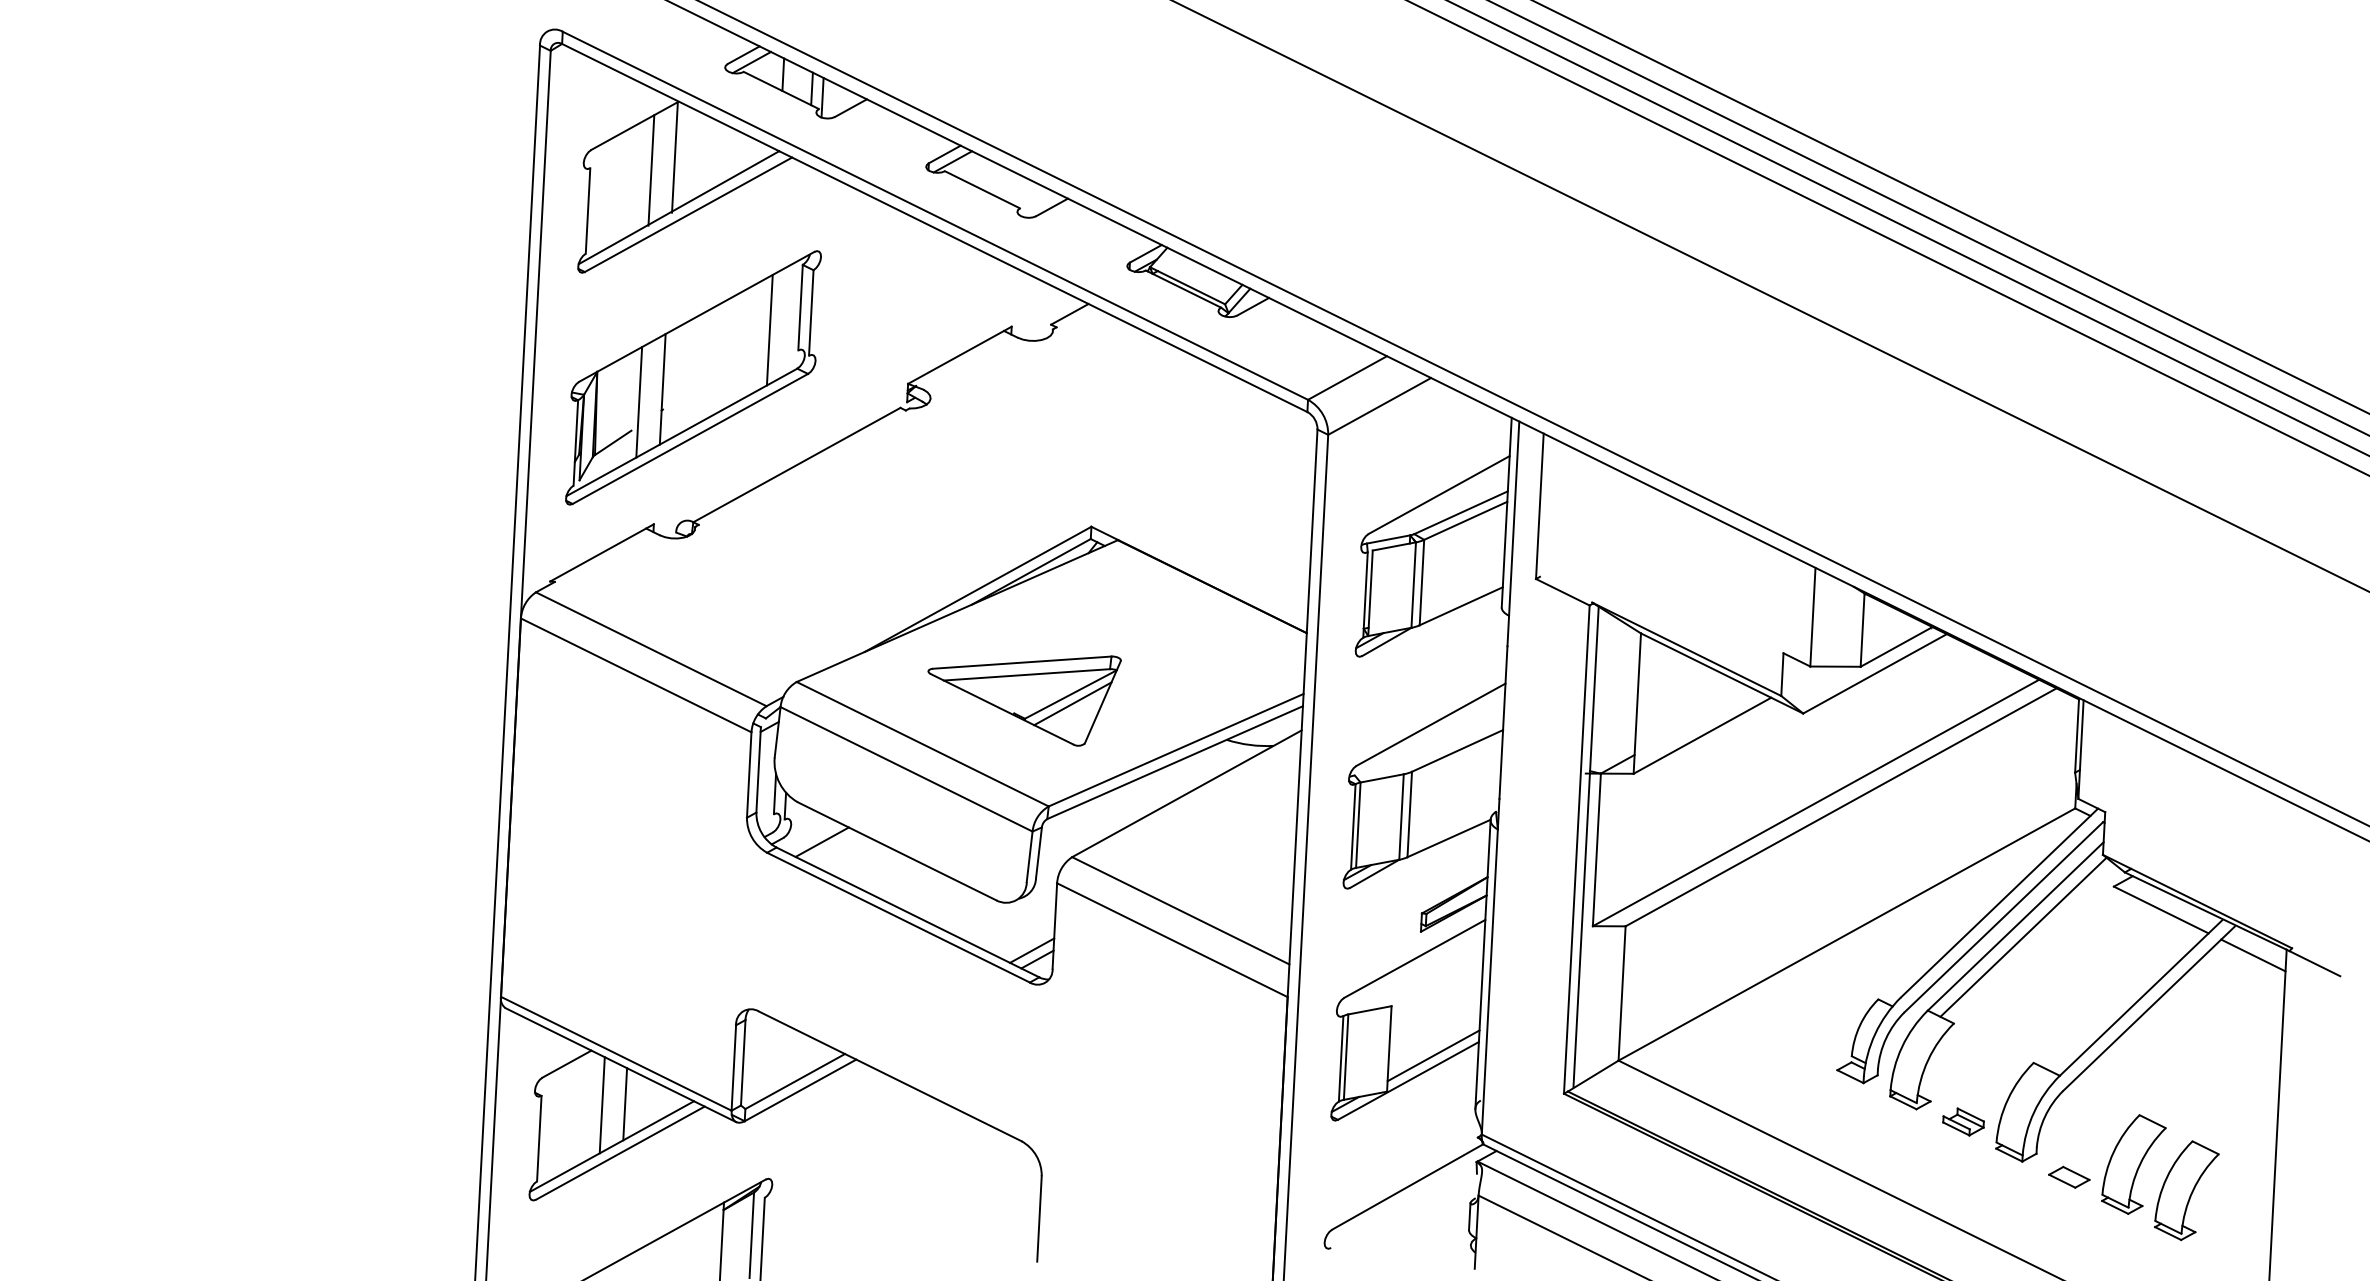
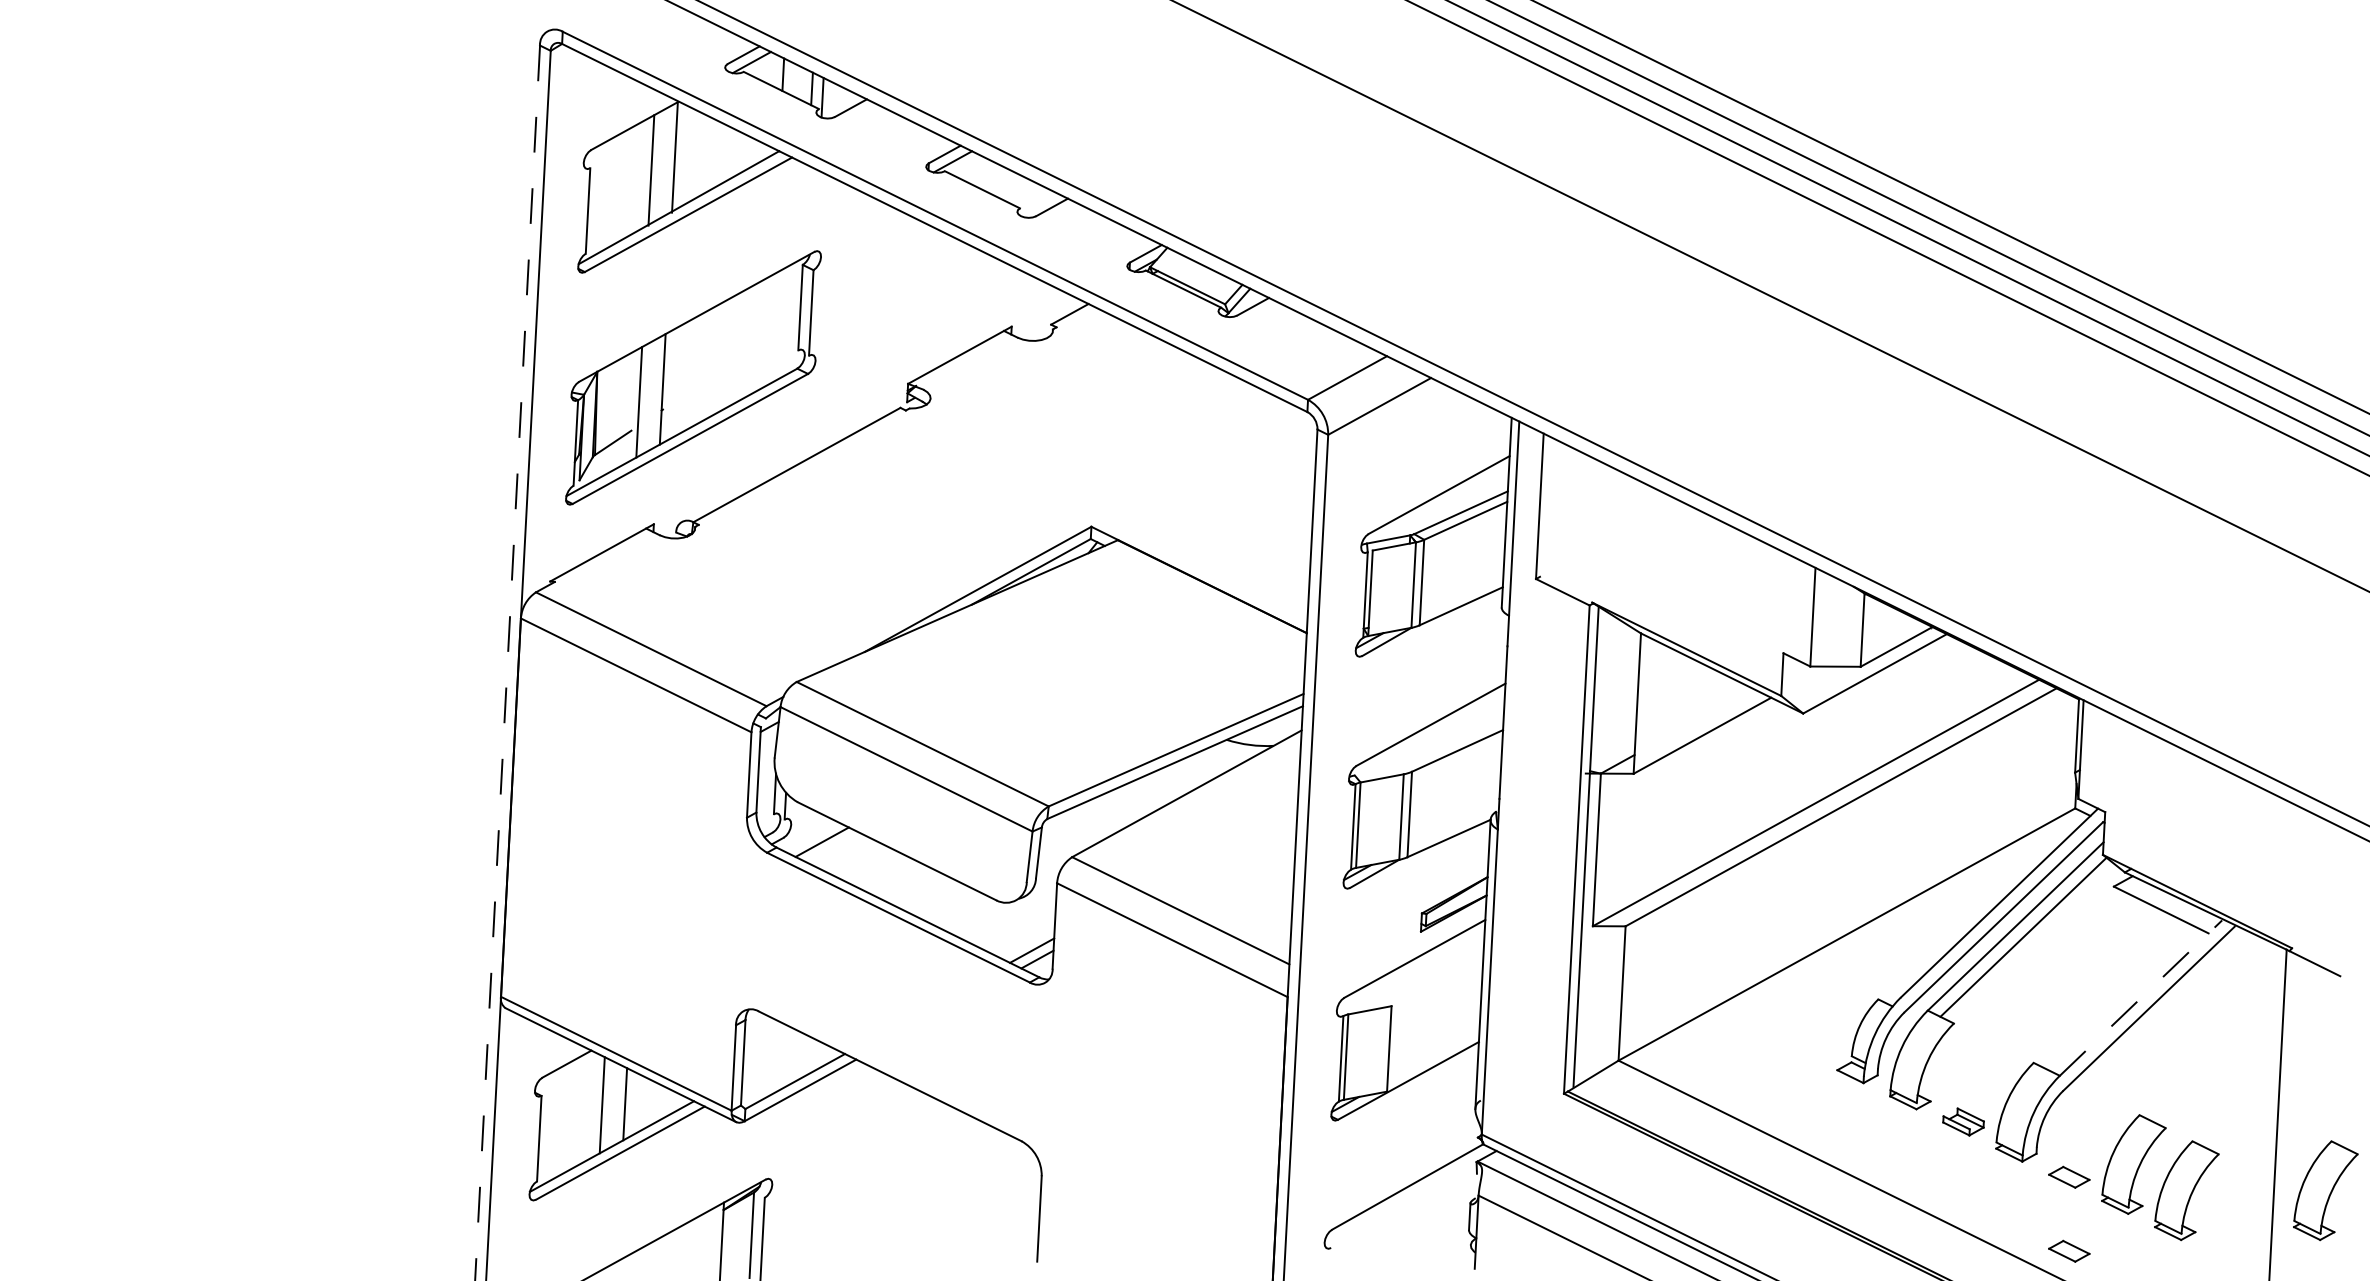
line at (769, 329): present -> none
line at (507, 663): solid -> dashed
part at (1024, 700): present -> none
line at (2253, 955): present -> none
line at (2141, 997): solid -> dashed
line at (1433, 1055): present -> none
part at (2325, 1190): none -> present
part at (2069, 1250): none -> present
